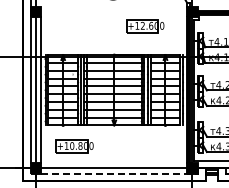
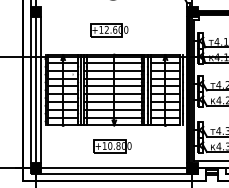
part at (145, 26) position: (145, 26) -> (109, 30)
part at (74, 146) position: (74, 146) -> (112, 146)
line at (120, 173): dashed -> solid
